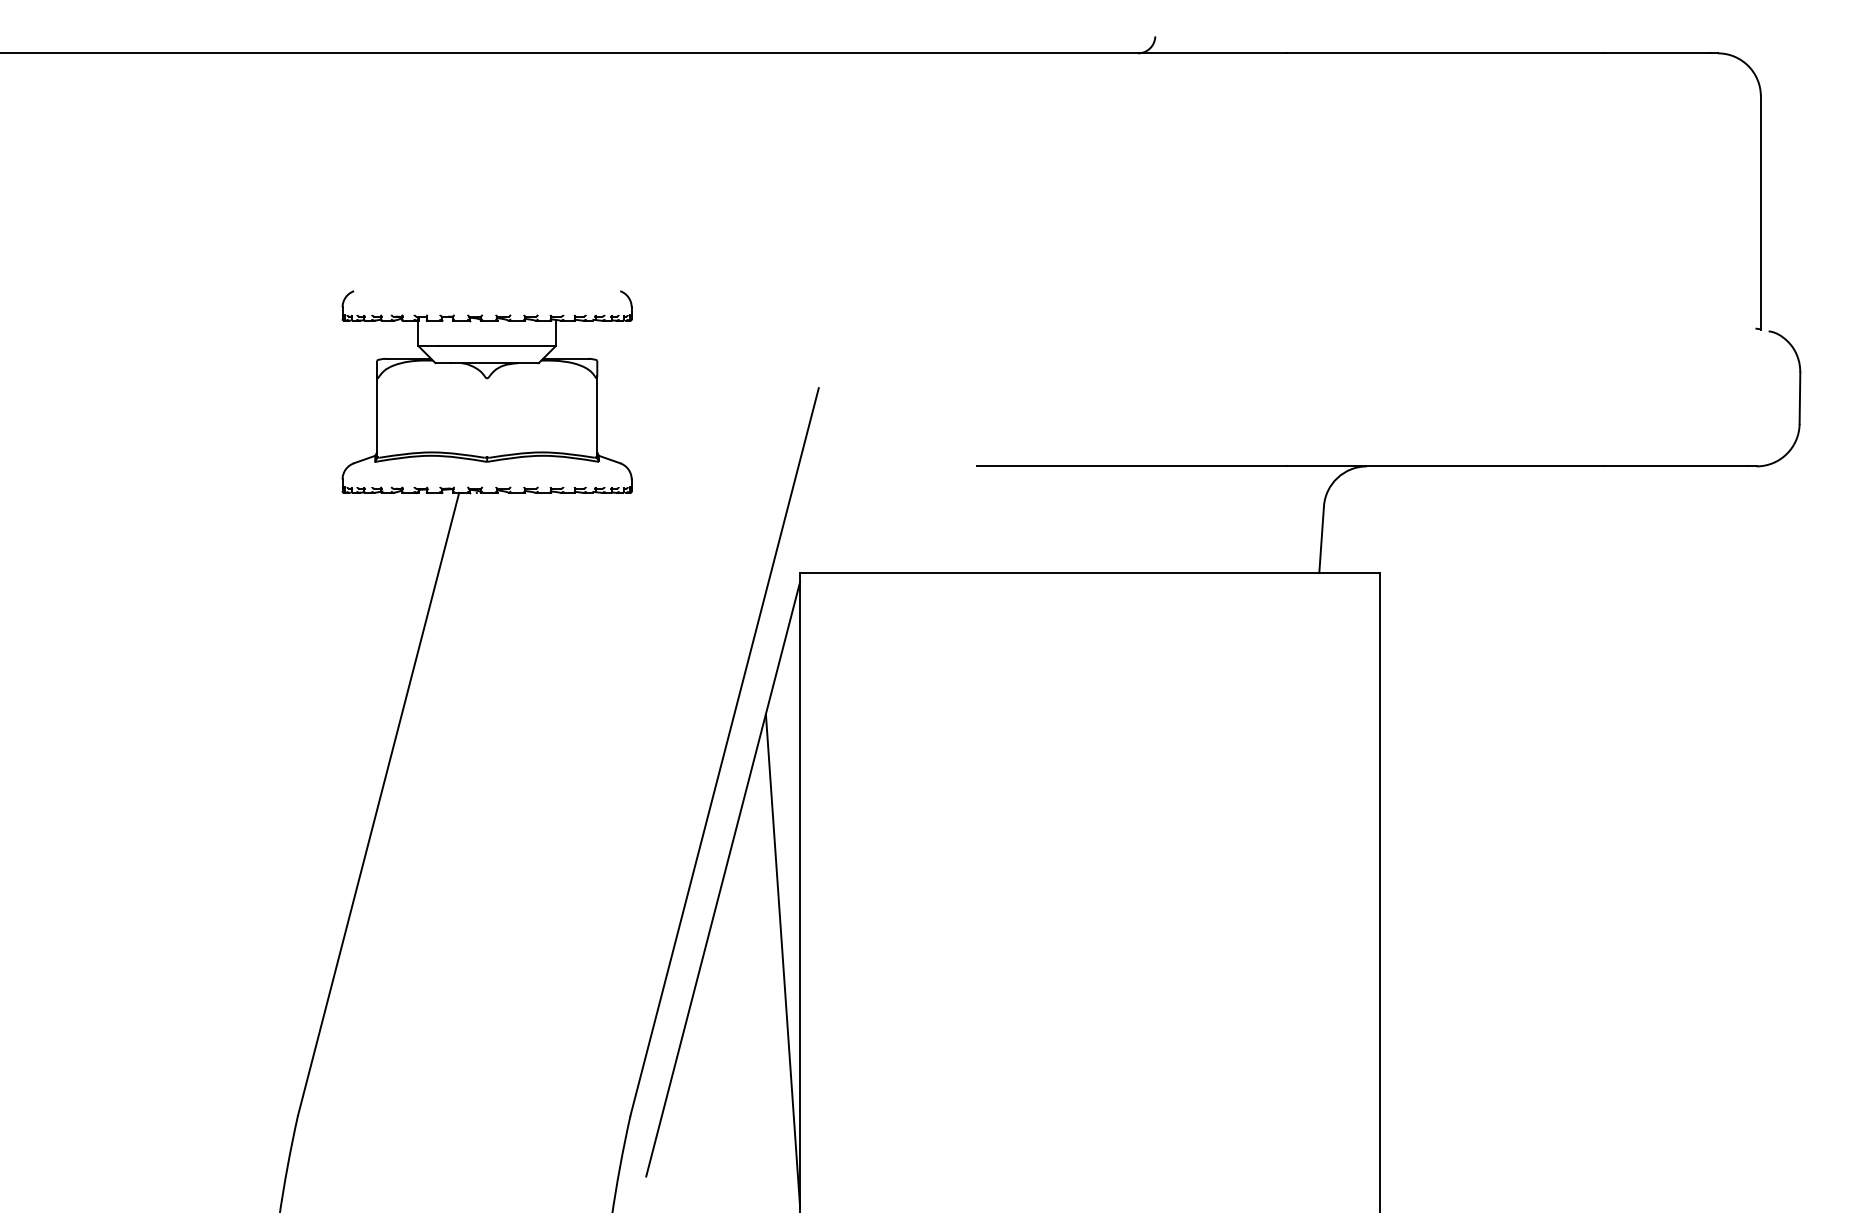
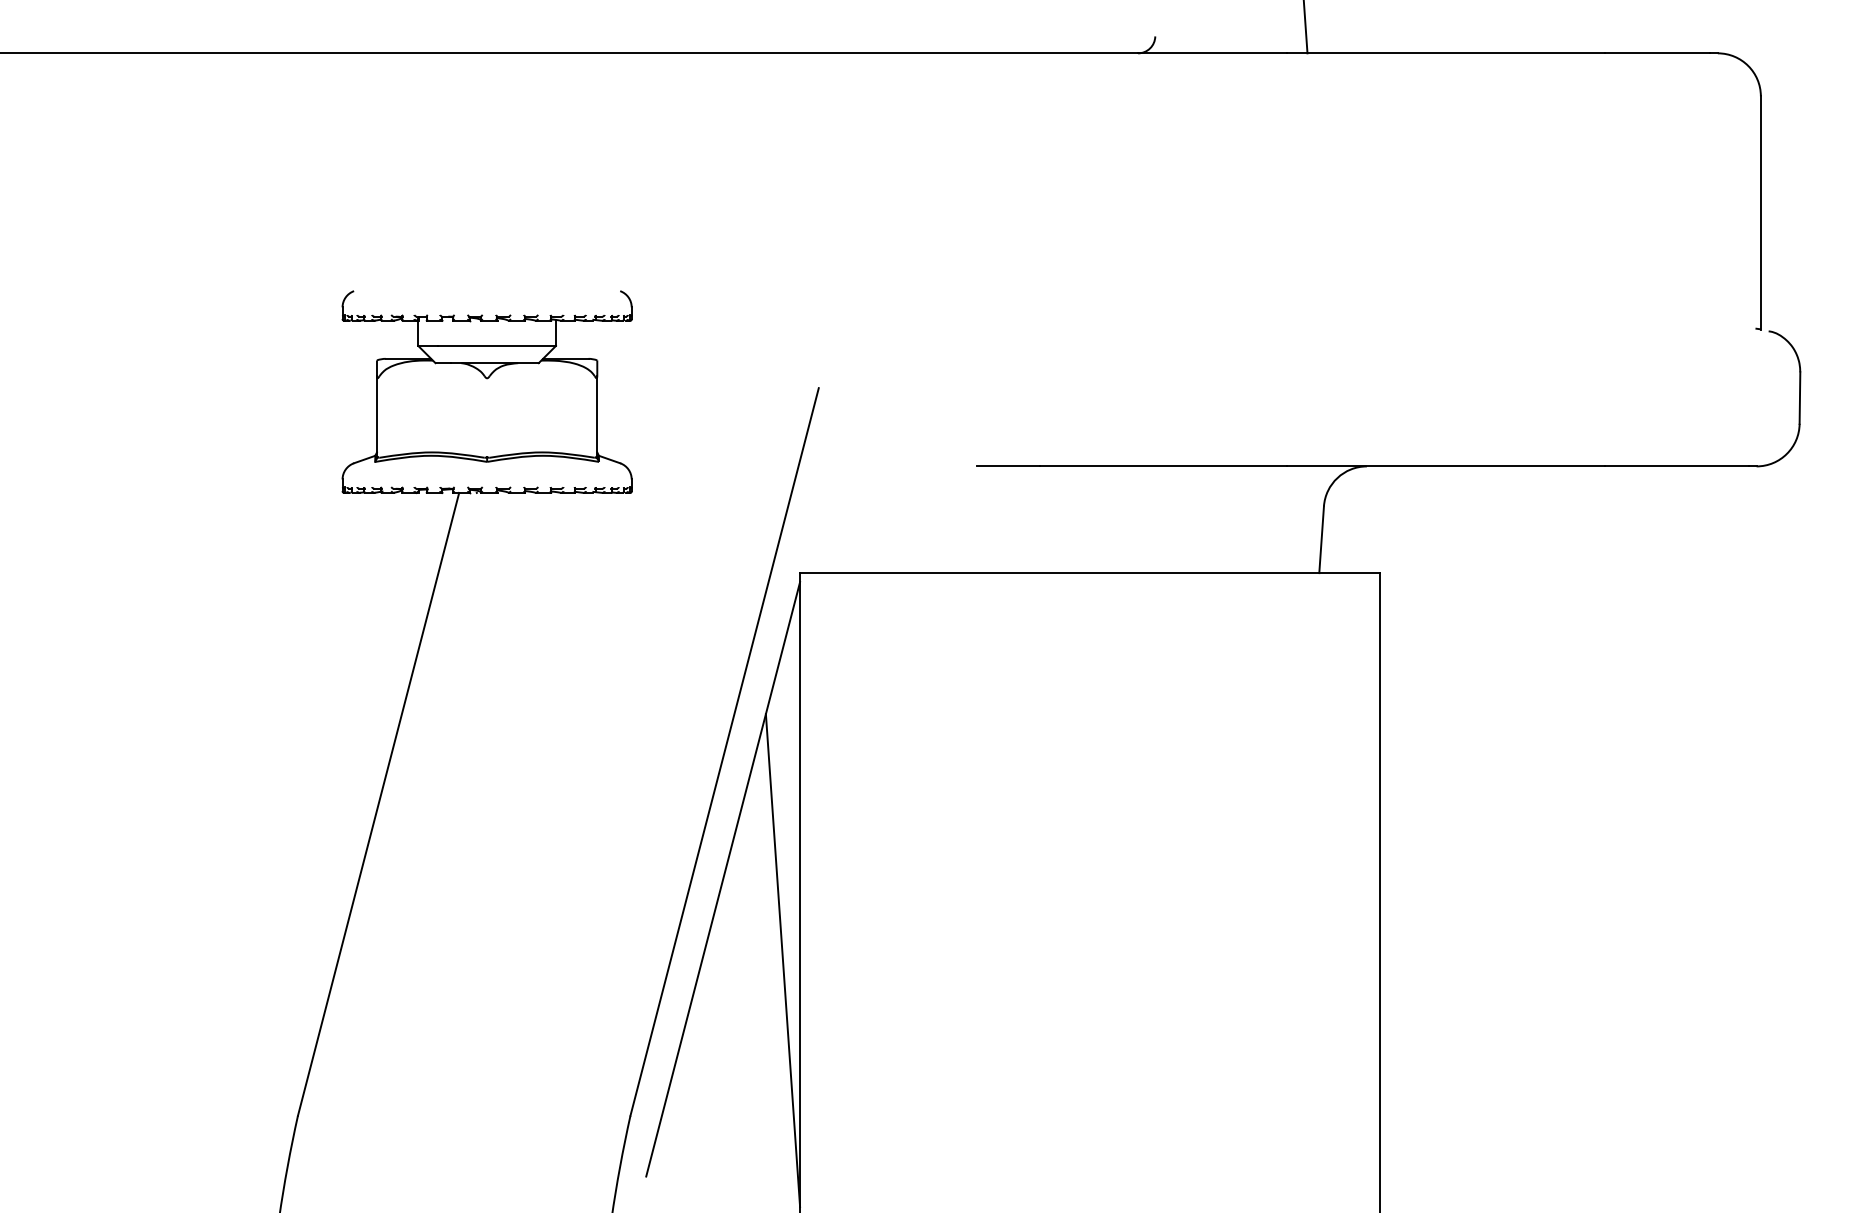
line at (1305, 27): none -> present
